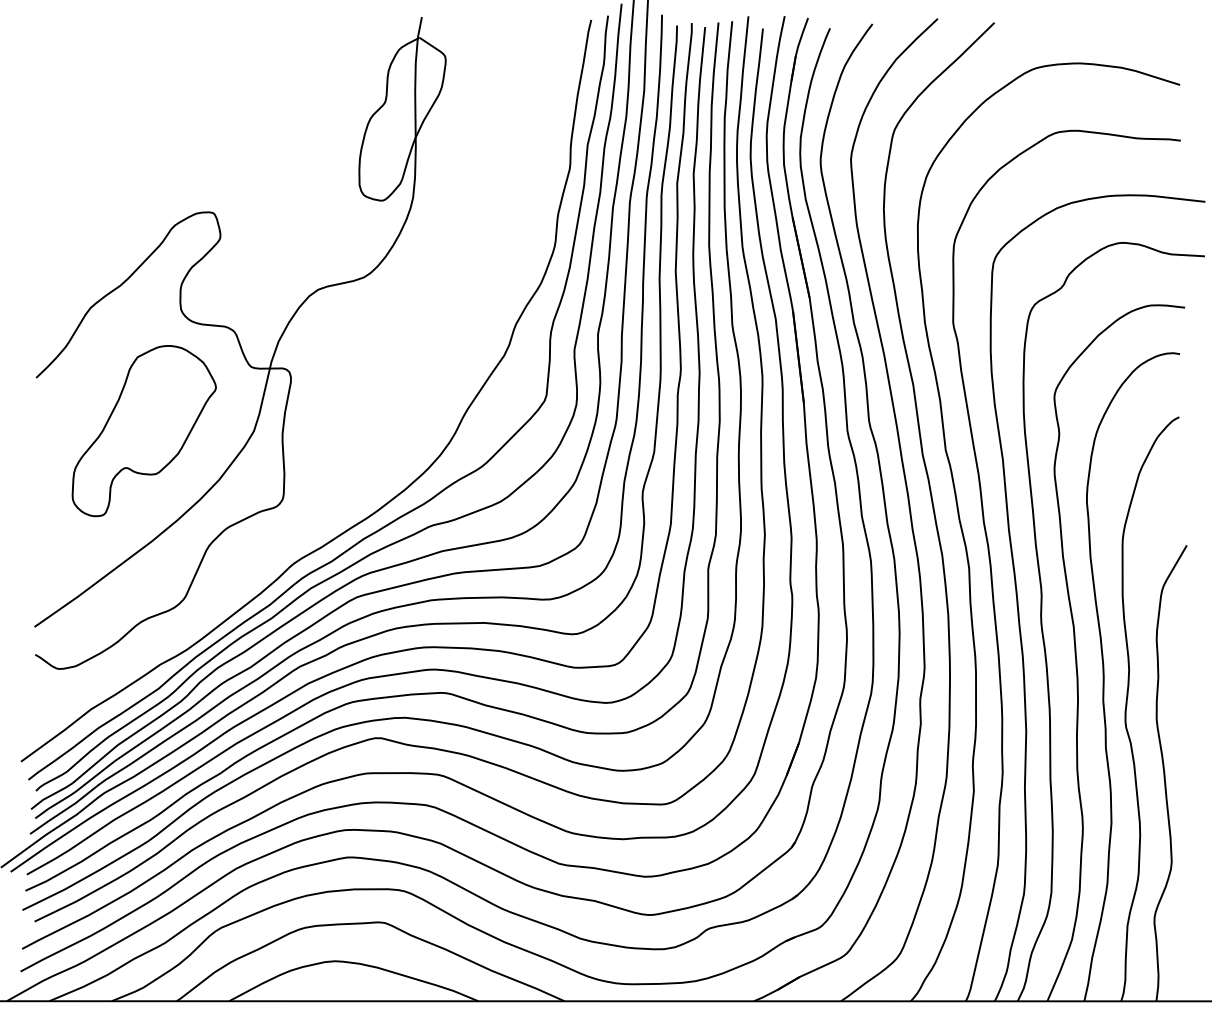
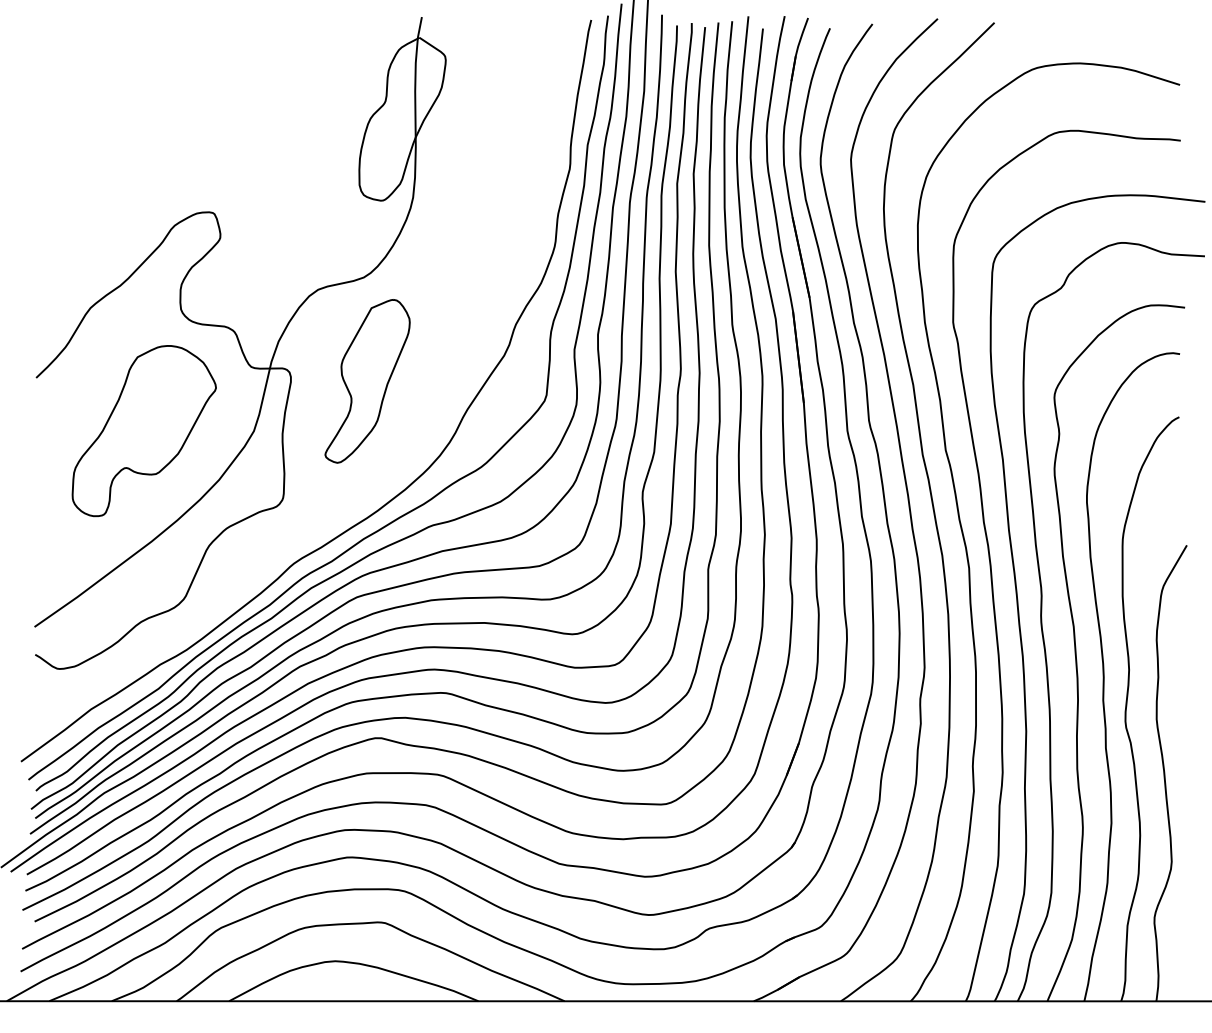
part at (367, 381): none -> present
